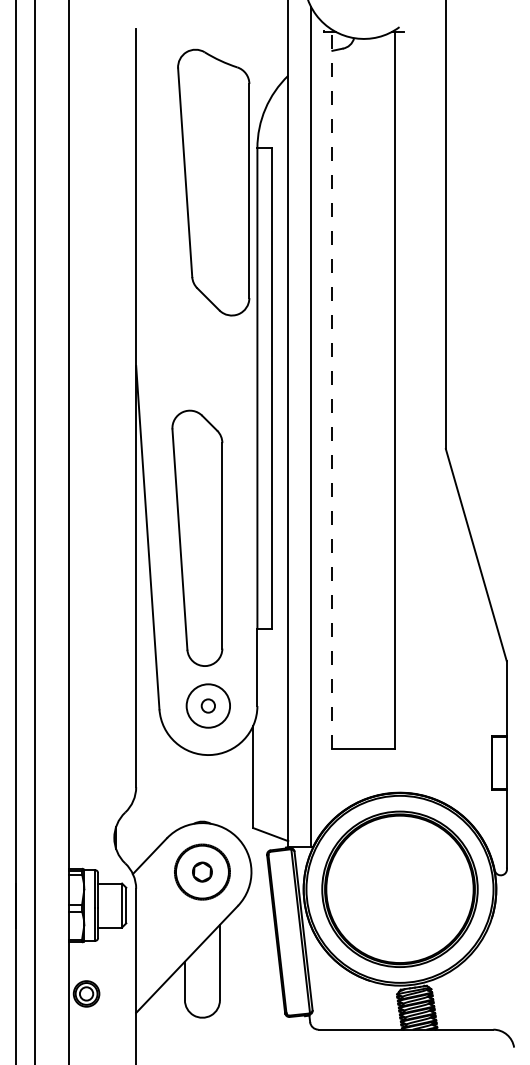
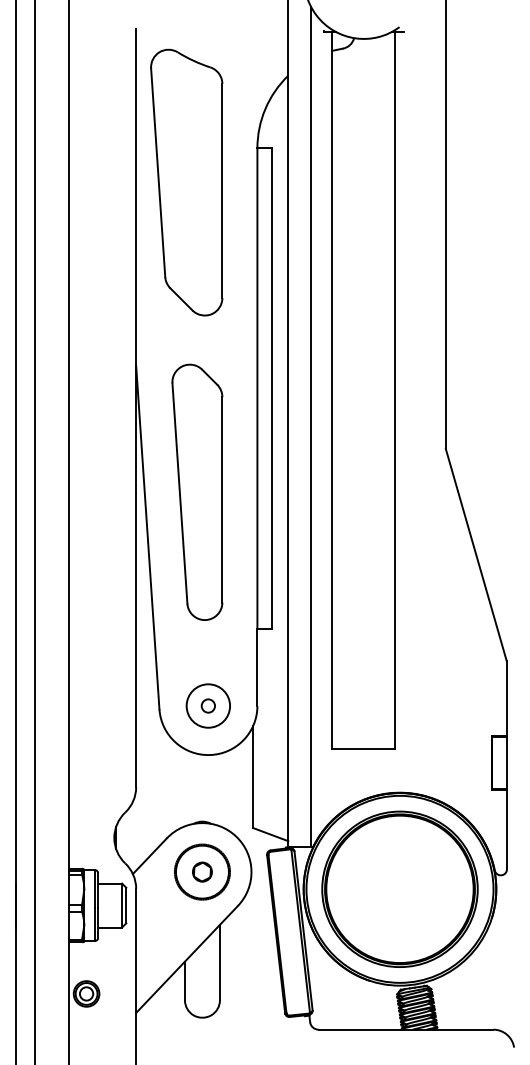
part at (213, 182) position: (213, 182) -> (186, 182)
line at (332, 390): dashed -> solid
part at (197, 537) position: (197, 537) -> (197, 491)
